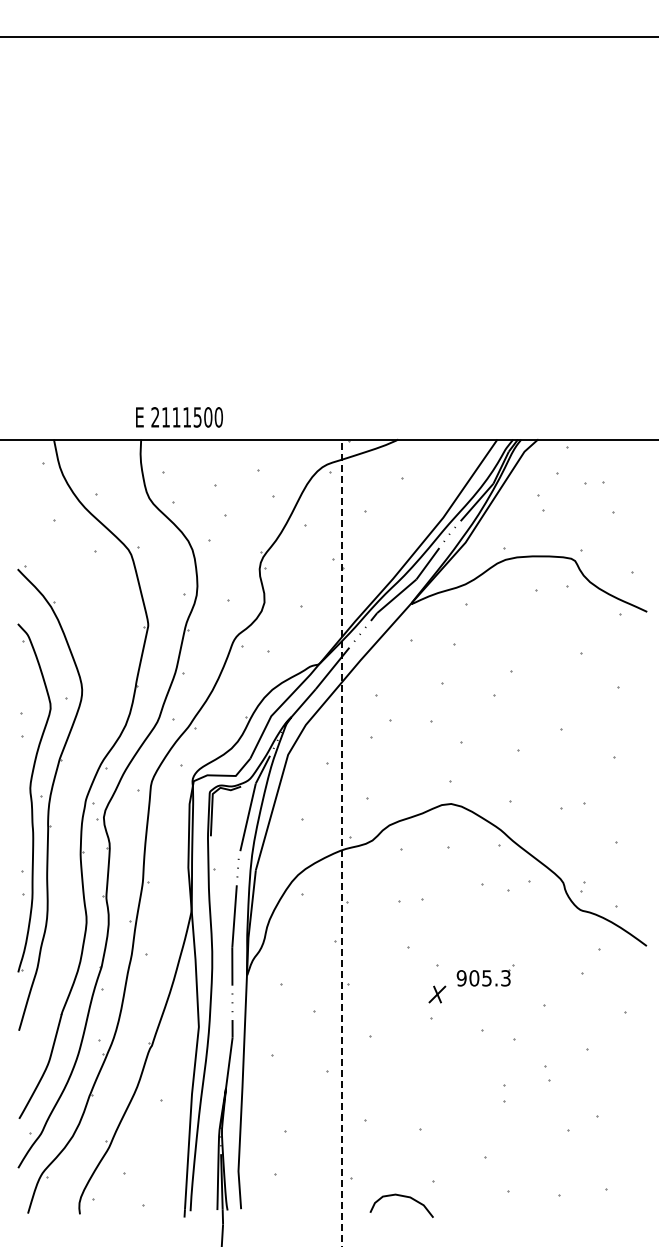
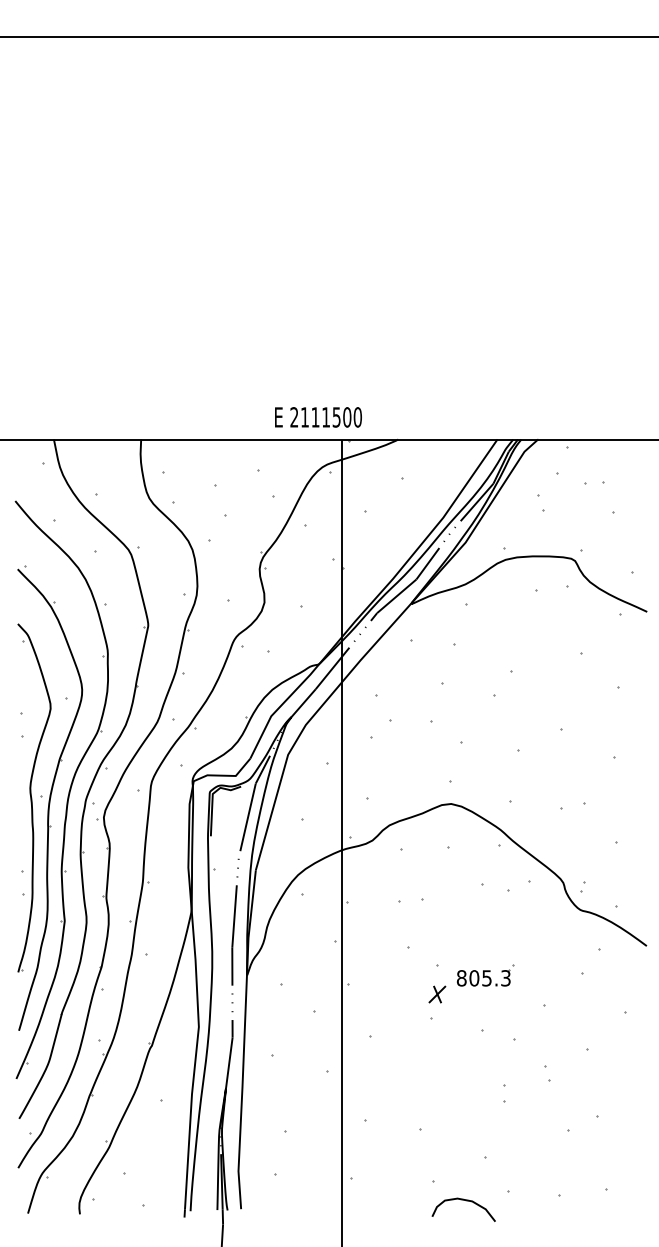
text at (179, 417) position: (179, 417) -> (318, 417)
part at (68, 791): none -> present
line at (341, 842): dashed -> solid
text at (461, 978): 905.3 -> 805.3
curve at (404, 1197) position: (404, 1197) -> (466, 1201)
